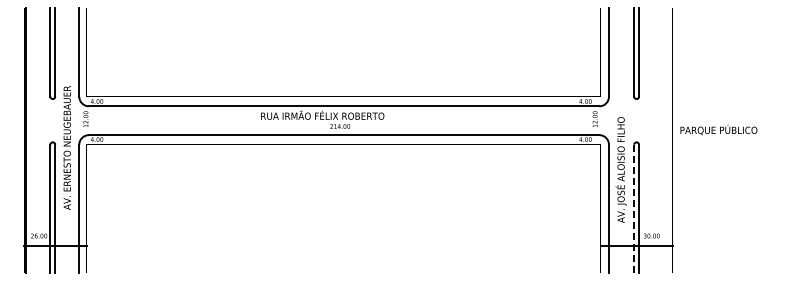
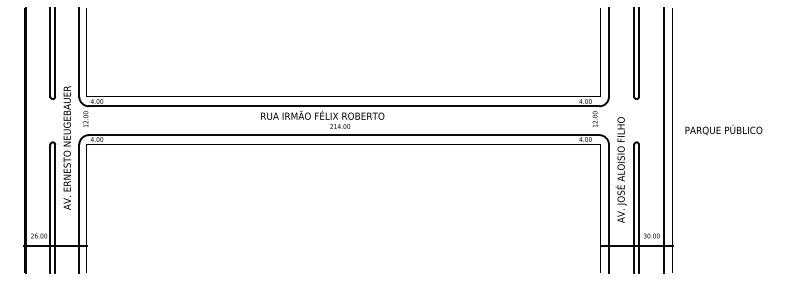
text at (718, 129) position: (718, 129) -> (723, 129)
line at (664, 140): none -> present
line at (634, 208): dashed -> solid
